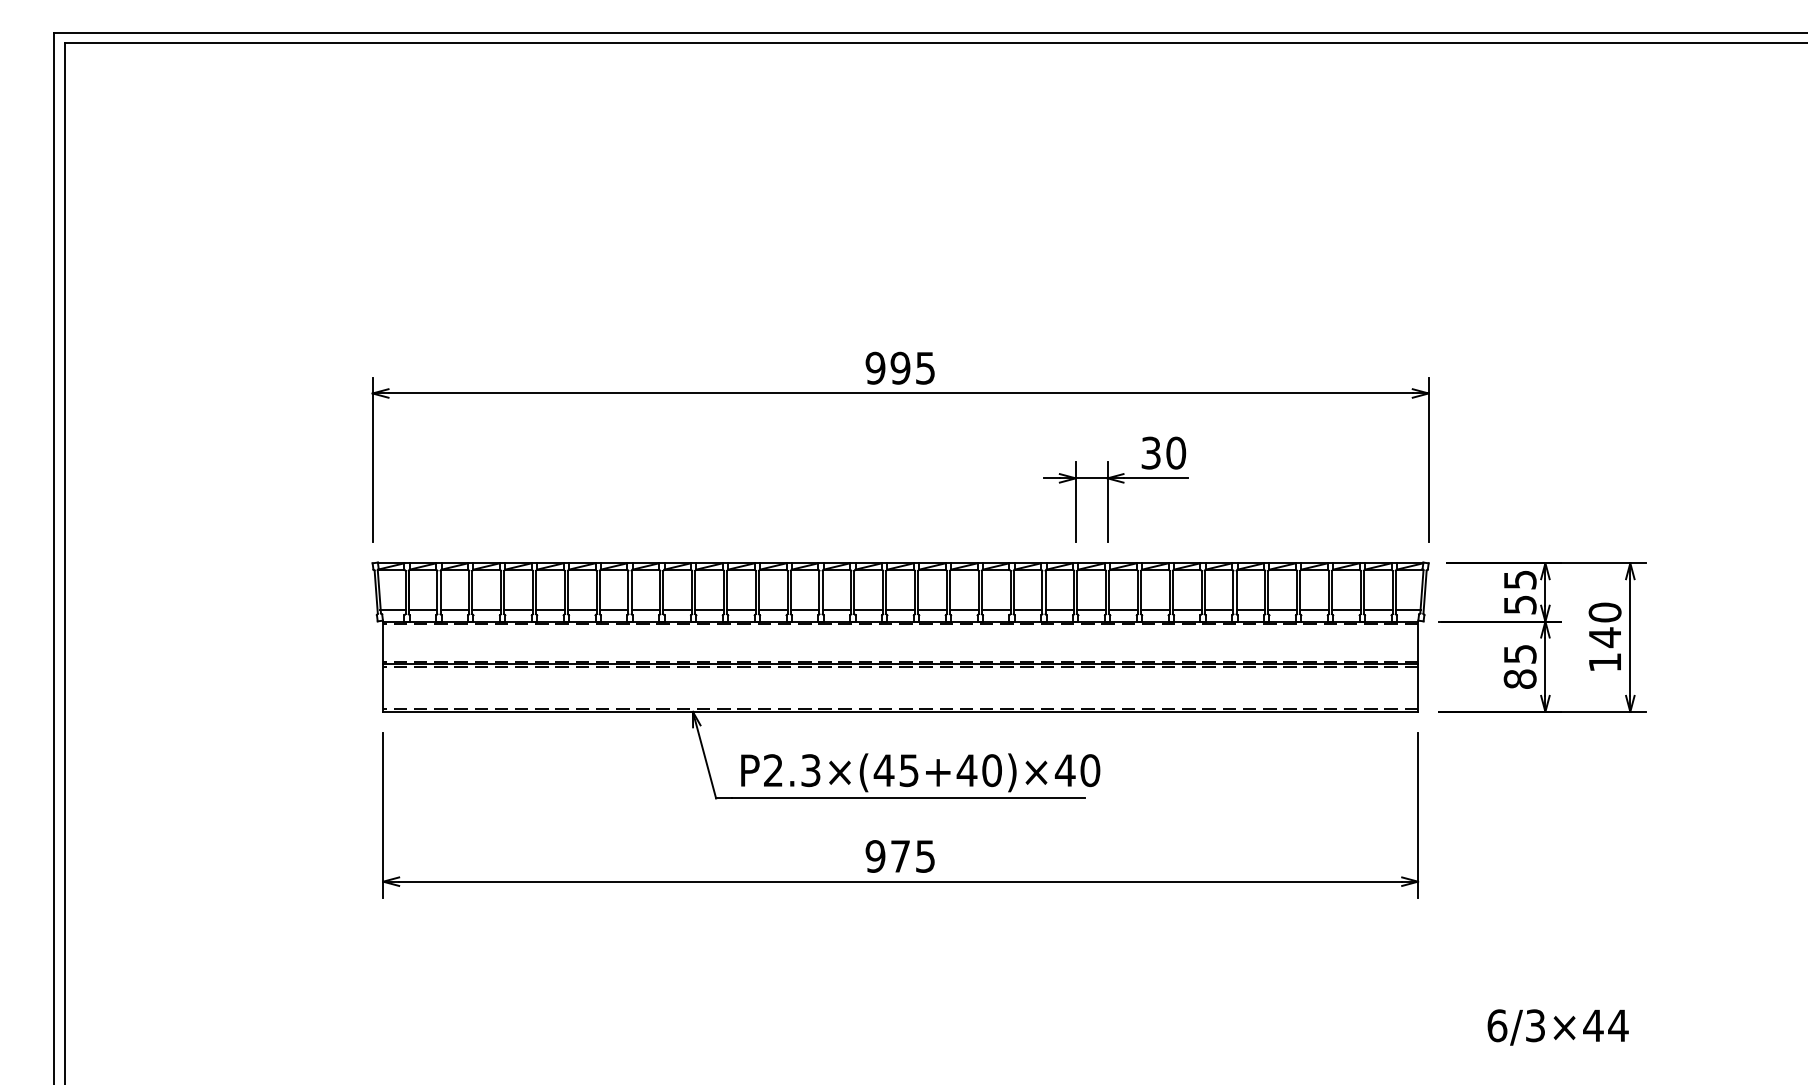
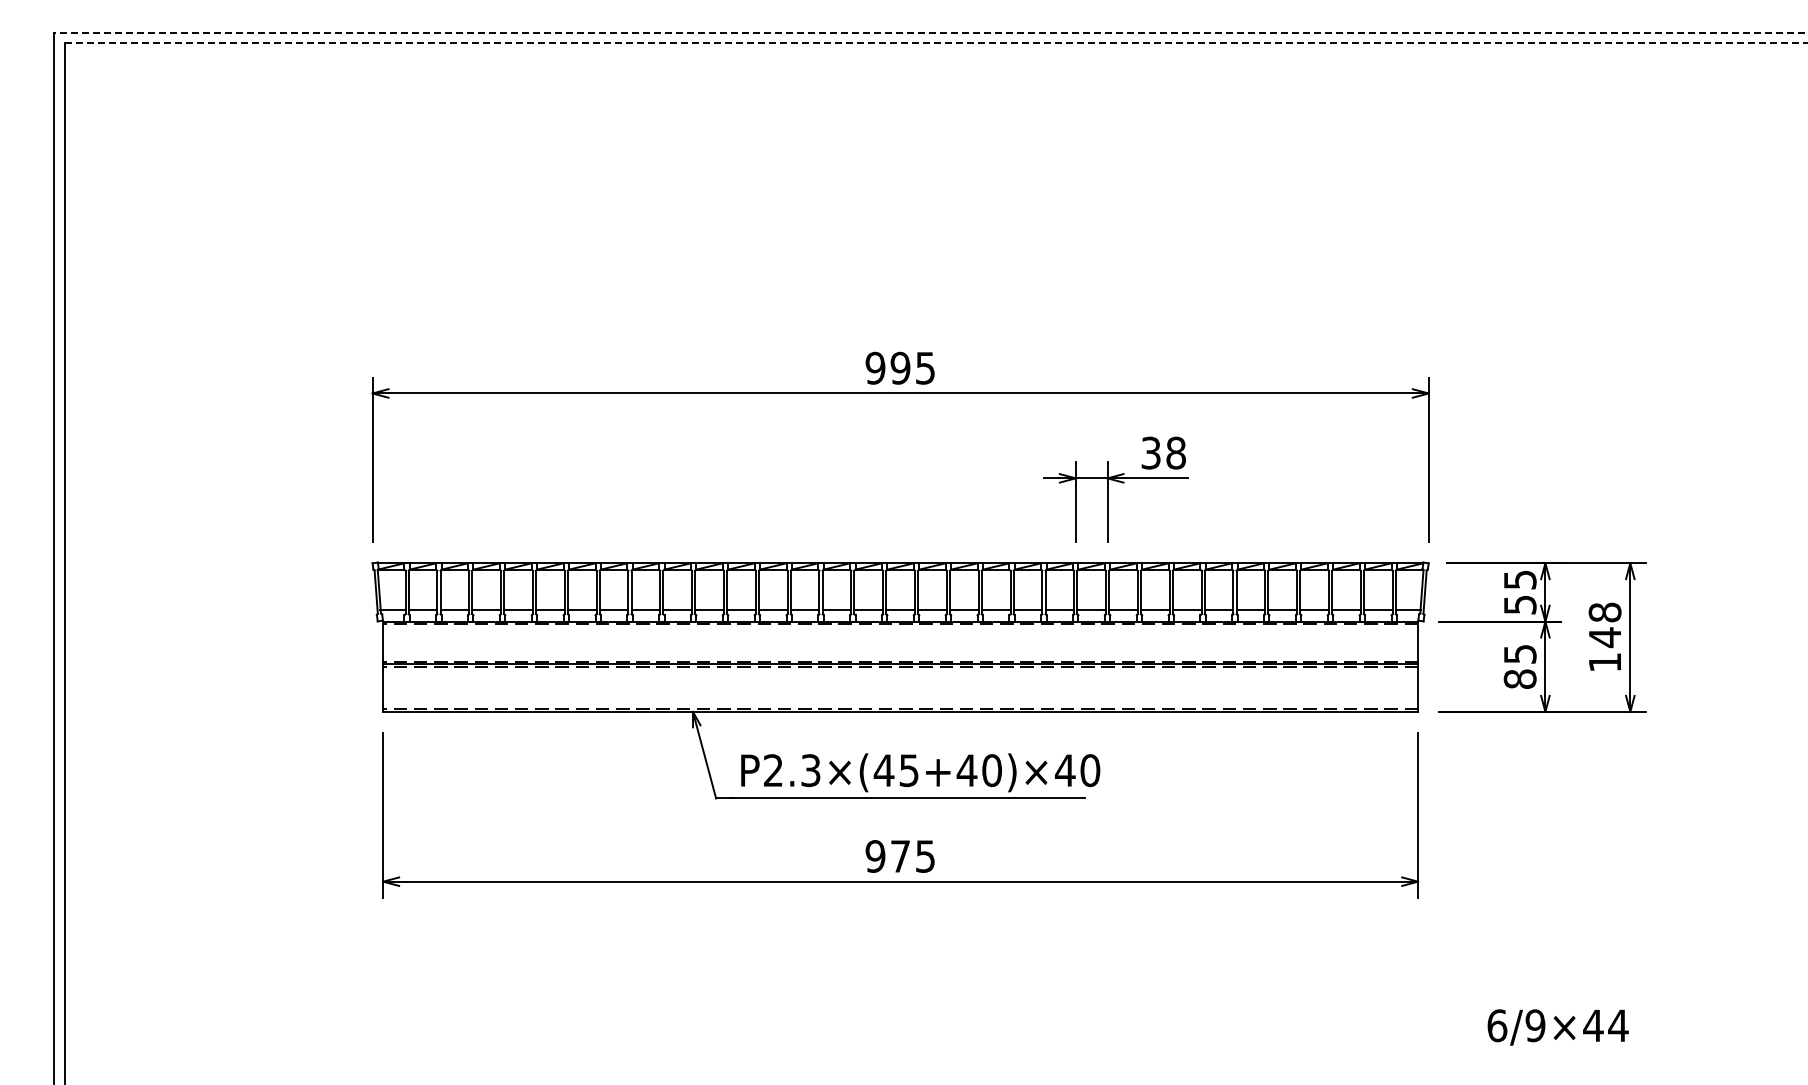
line at (930, 32): solid -> dashed
line at (936, 42): solid -> dashed
text at (1176, 453): 30 -> 38
text at (1604, 612): 140 -> 148
text at (1535, 1025): 6/3×44 -> 6/9×44
